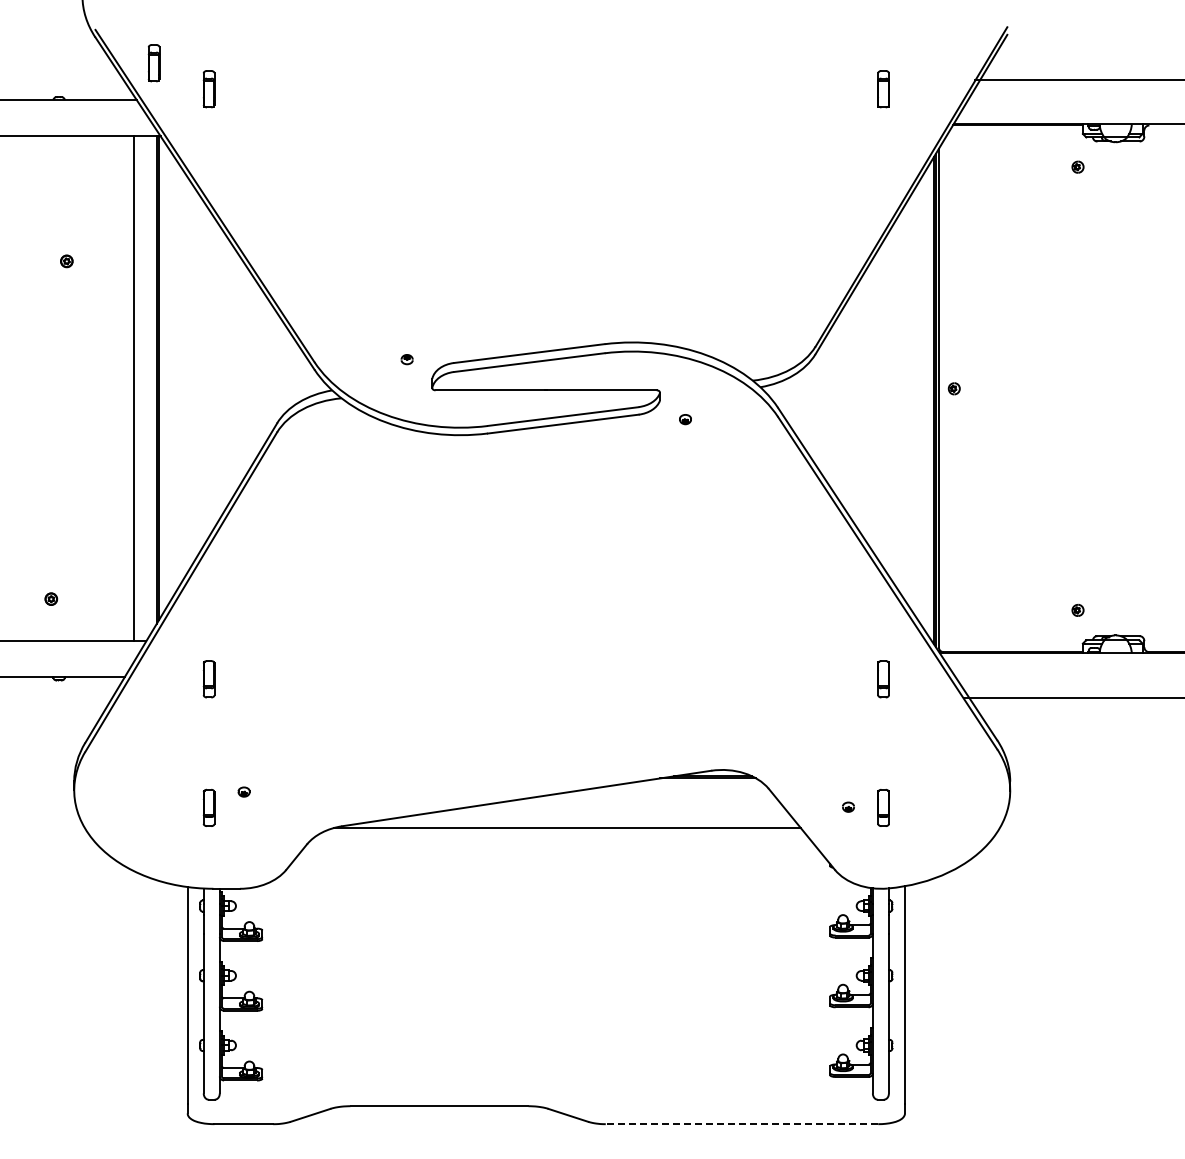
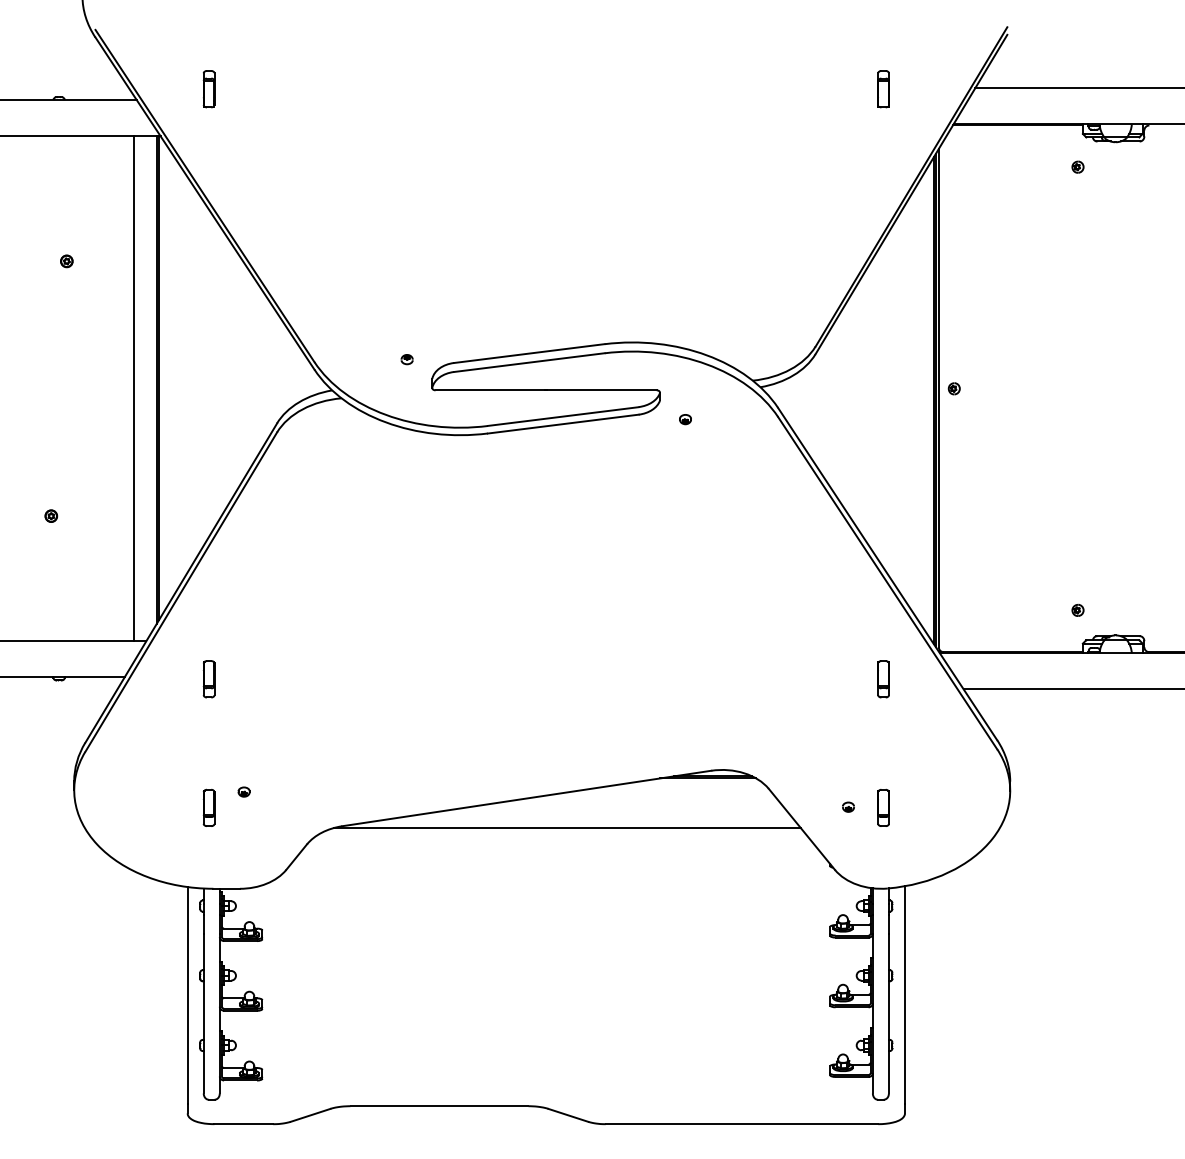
part at (153, 63): present -> none
line at (1078, 80) position: (1078, 80) -> (1078, 88)
part at (51, 598) position: (51, 598) -> (51, 515)
line at (1072, 698) position: (1072, 698) -> (1072, 689)
line at (741, 1124): dashed -> solid
